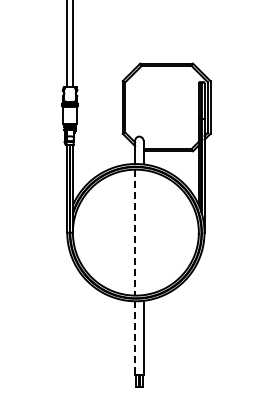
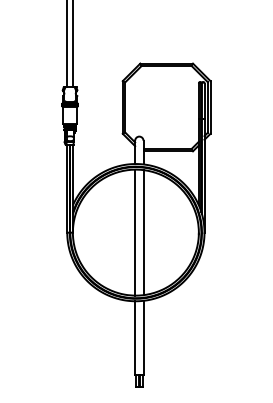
line at (135, 232): dashed -> solid
line at (143, 232): none -> present
line at (135, 337): dashed -> solid
